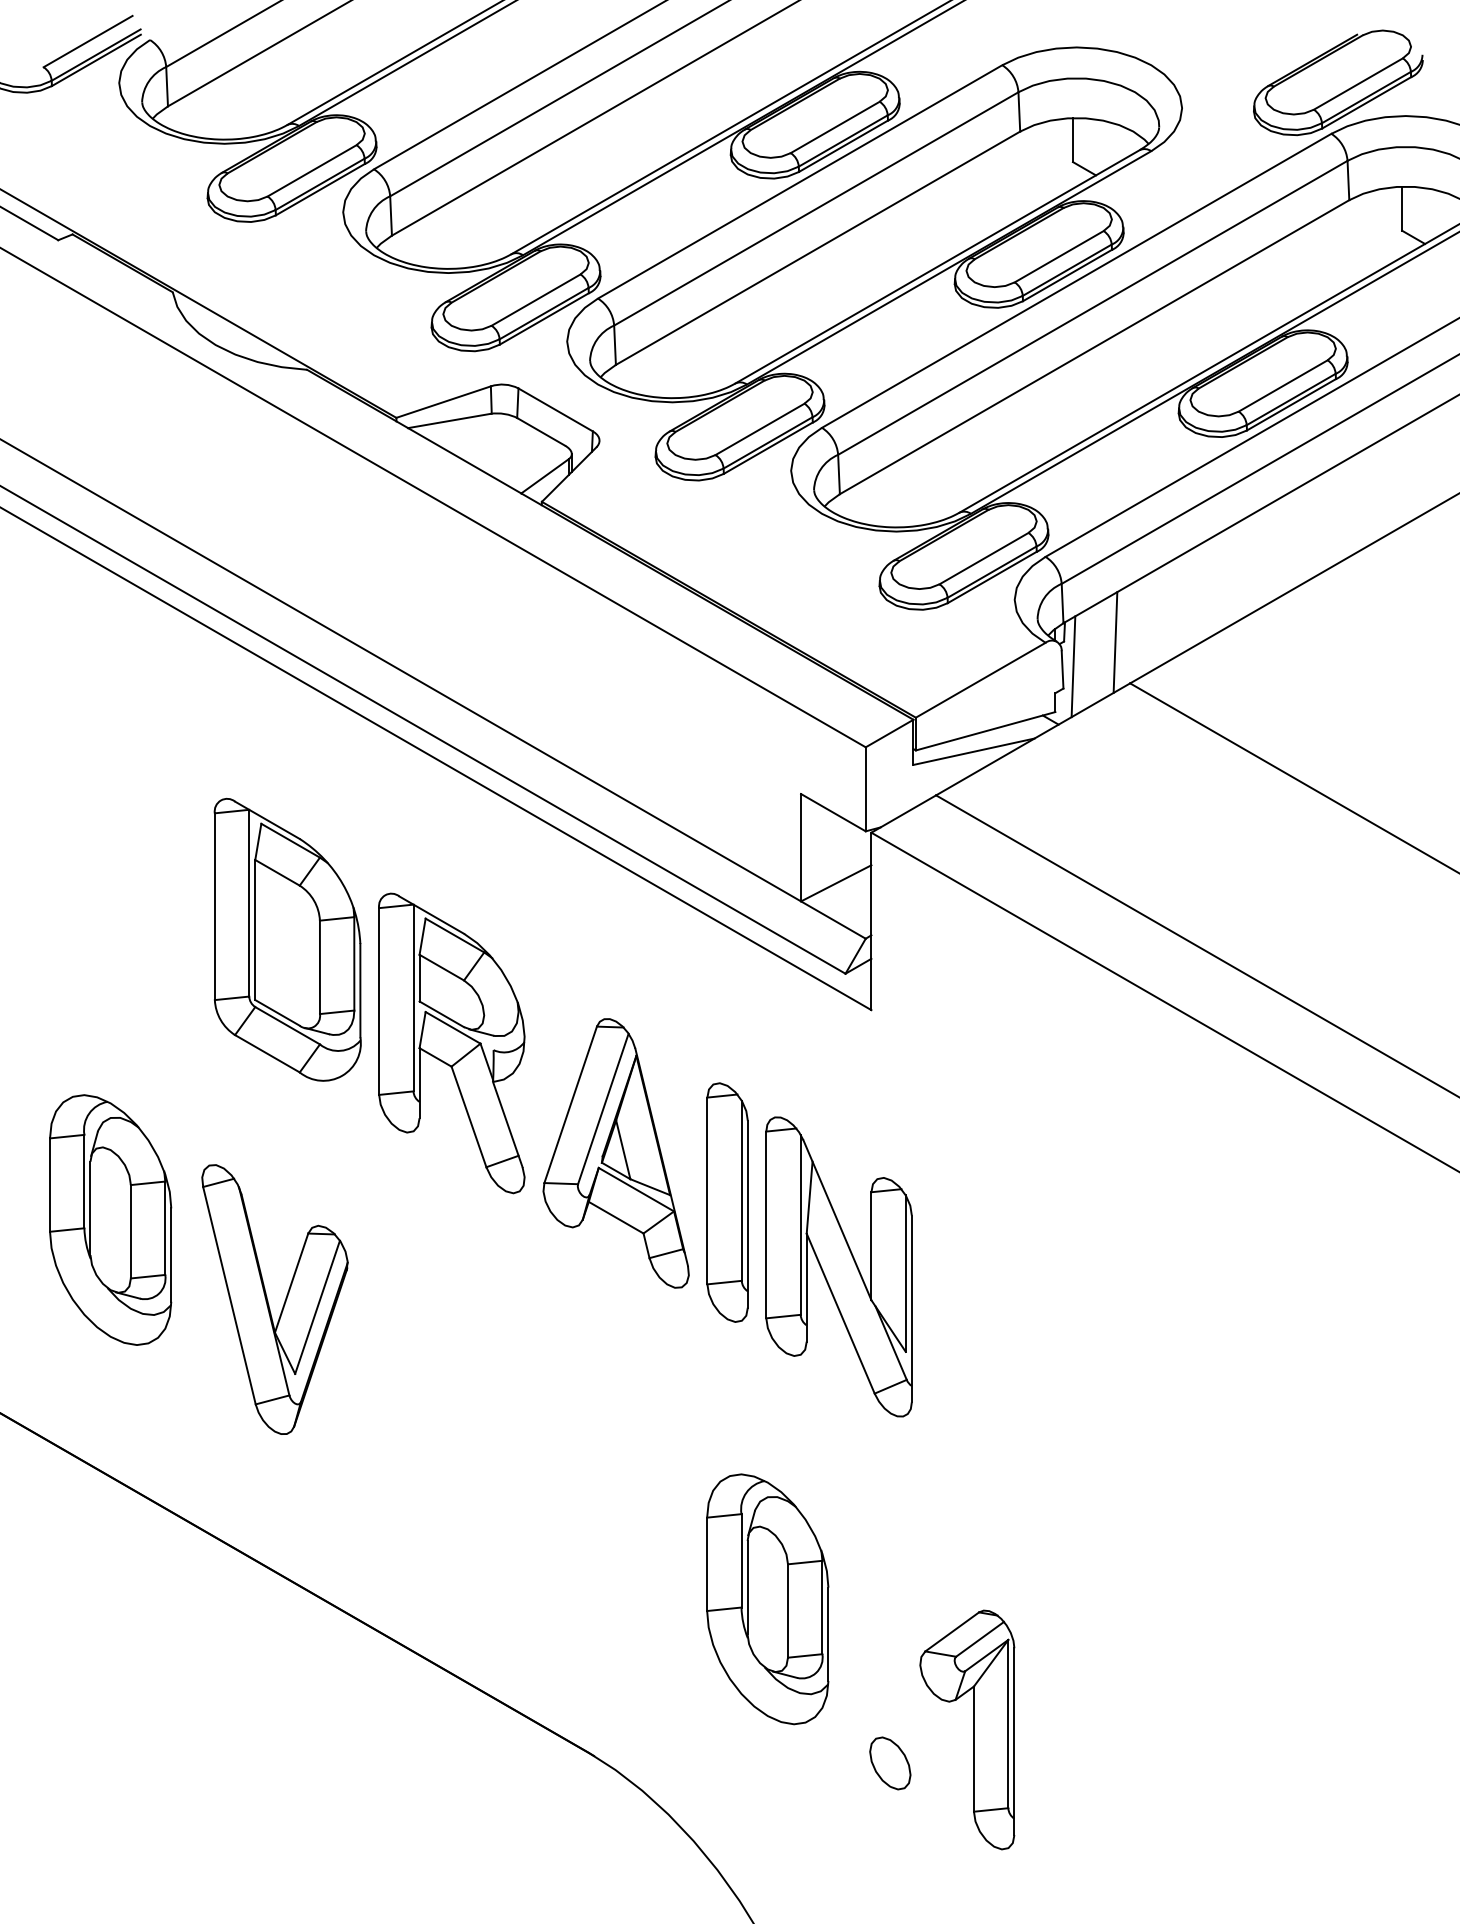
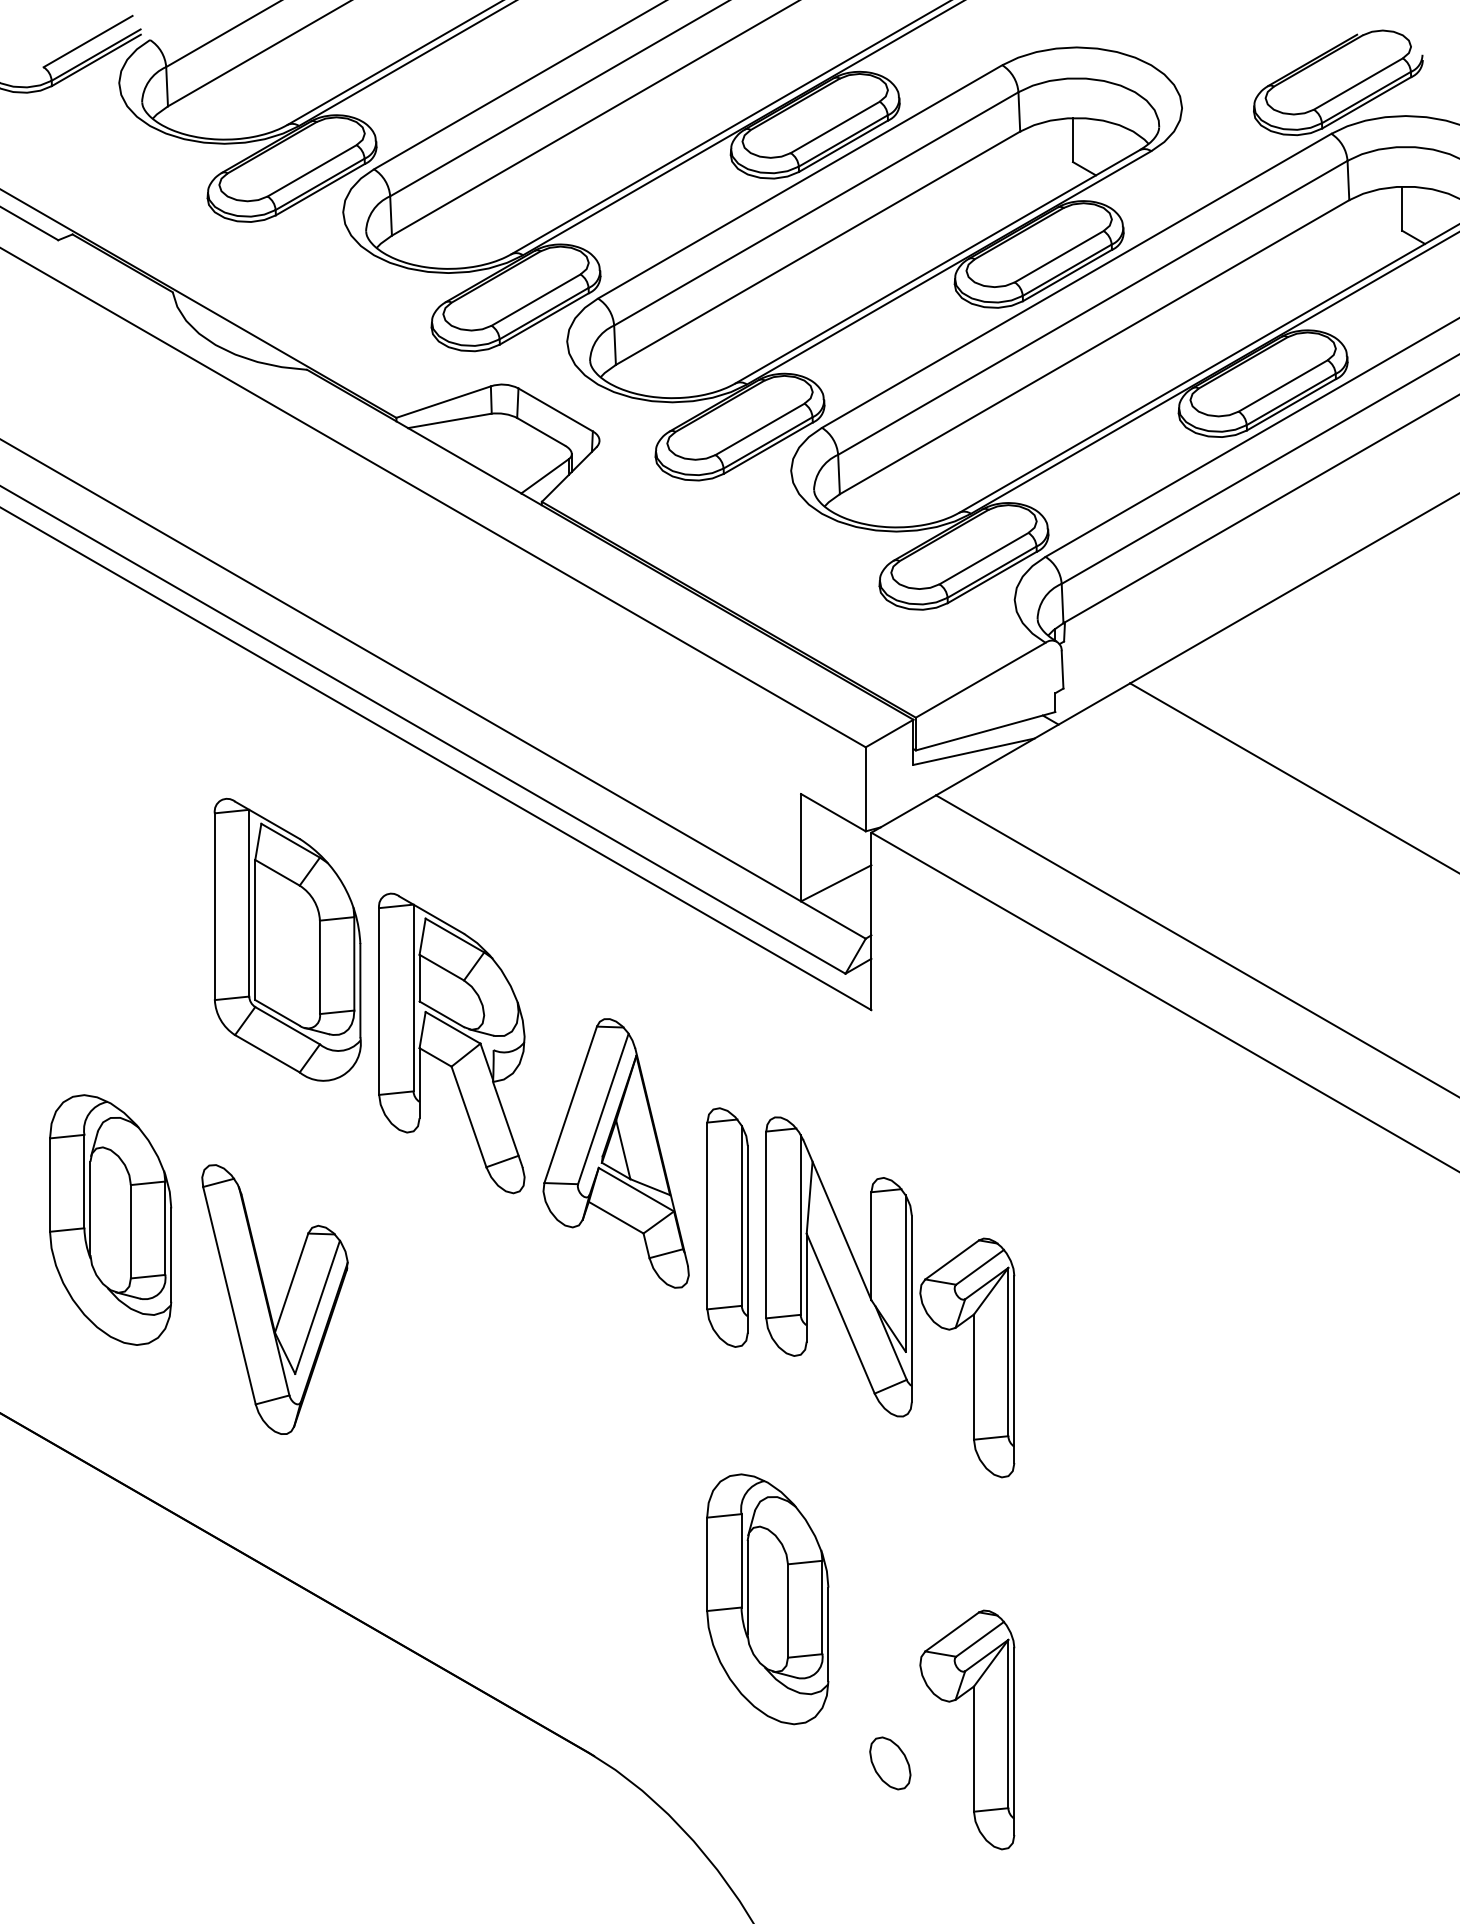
line at (1115, 642): present -> none
line at (1073, 666): present -> none
part at (727, 1202) position: (727, 1202) -> (727, 1227)
part at (967, 1357): none -> present
